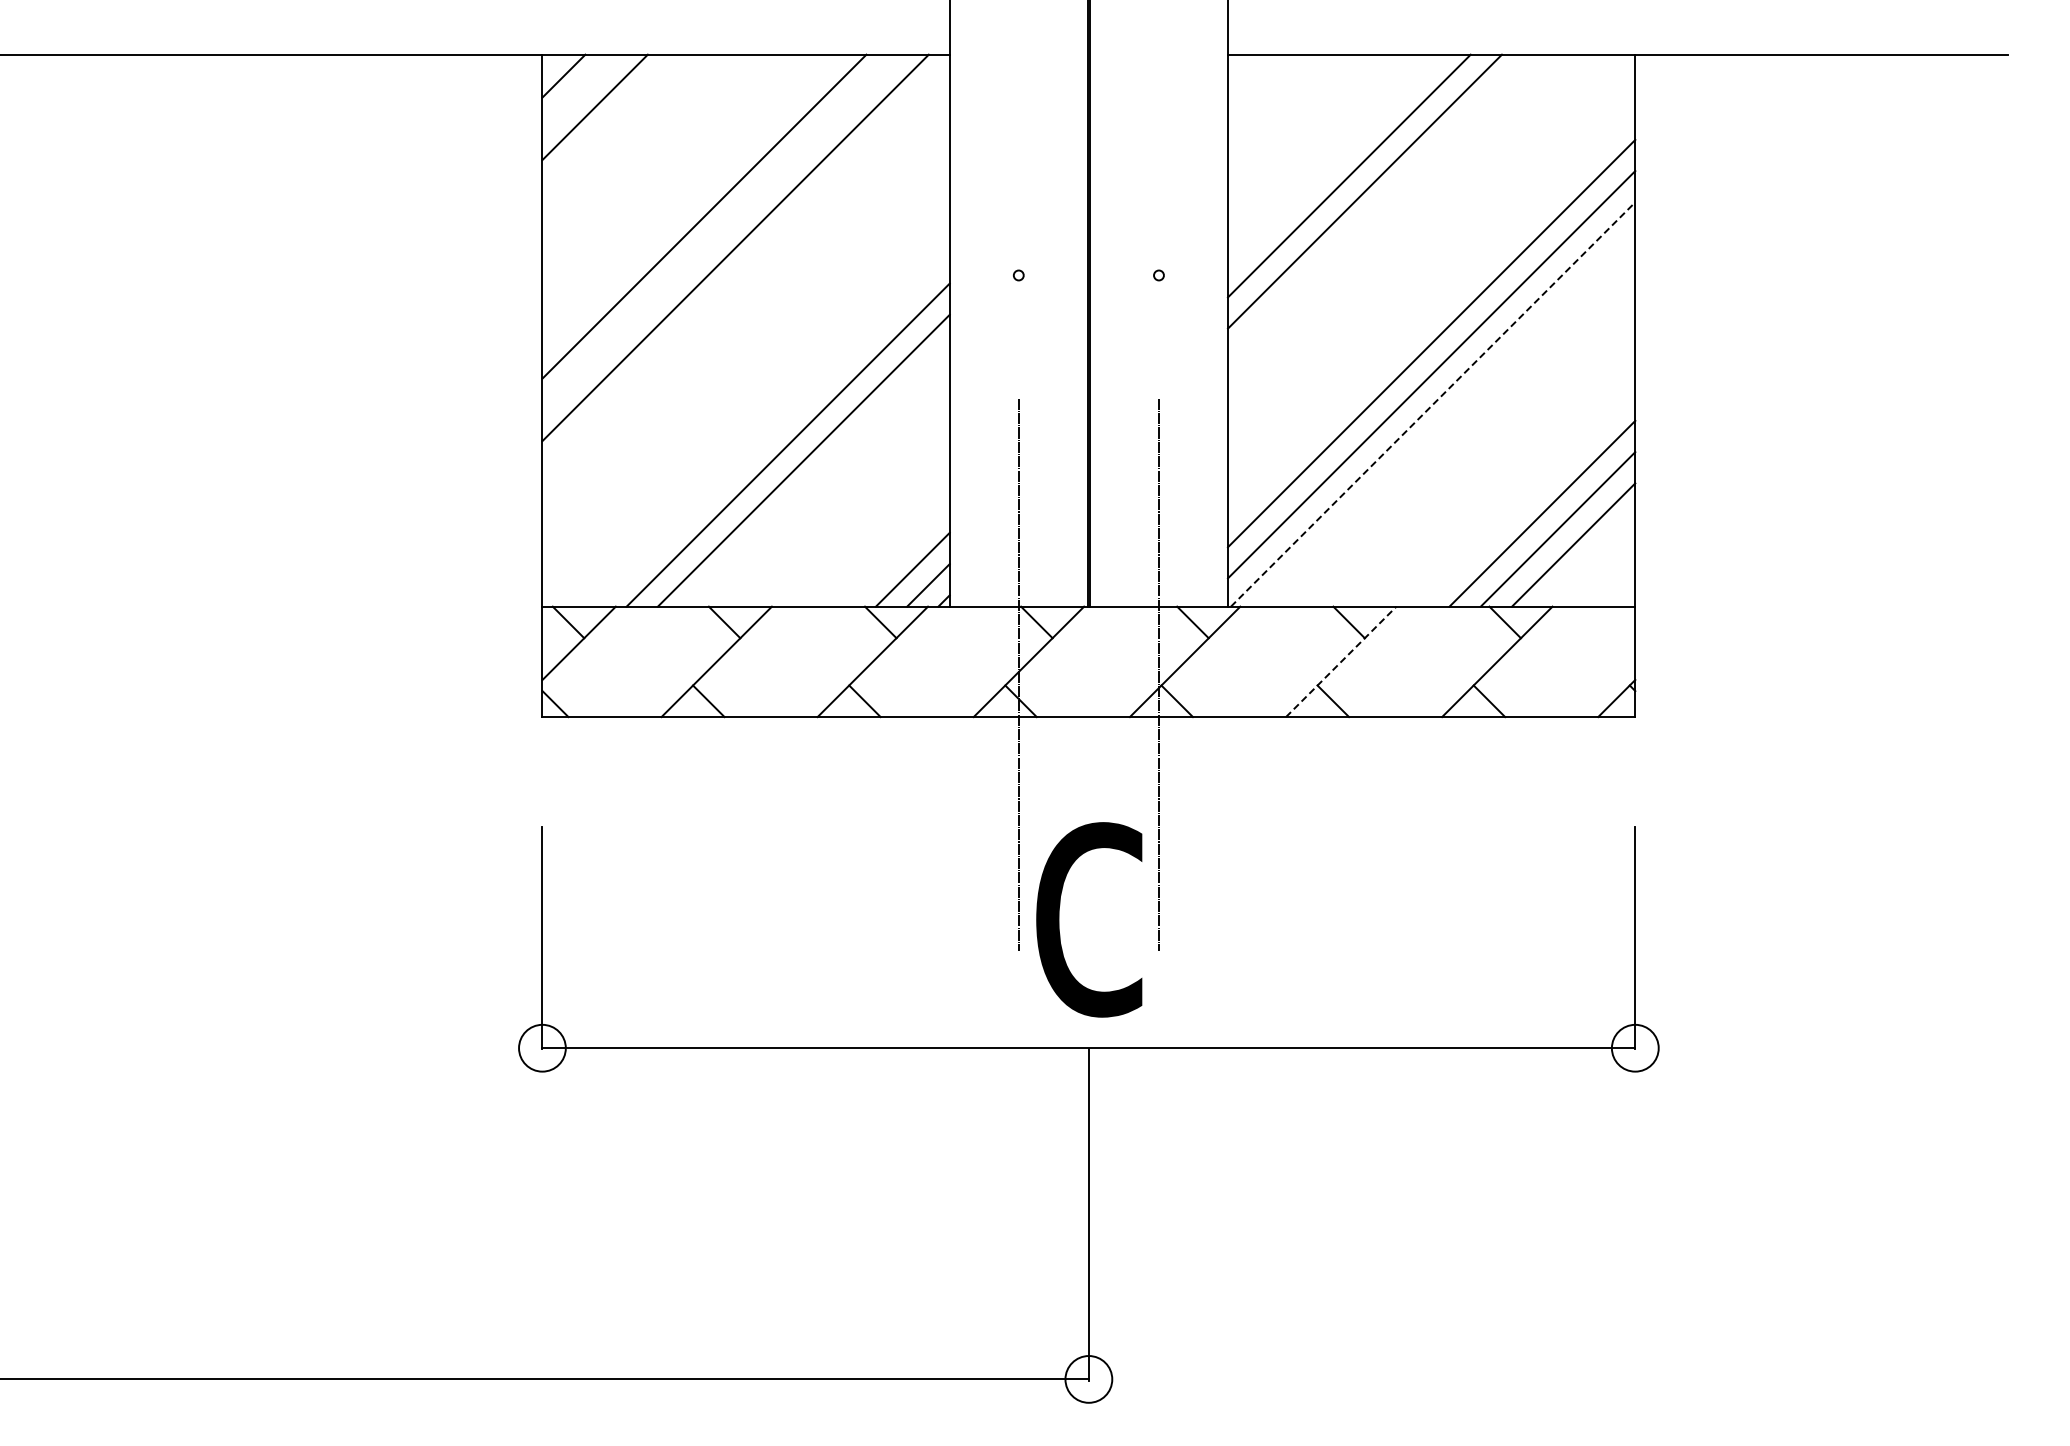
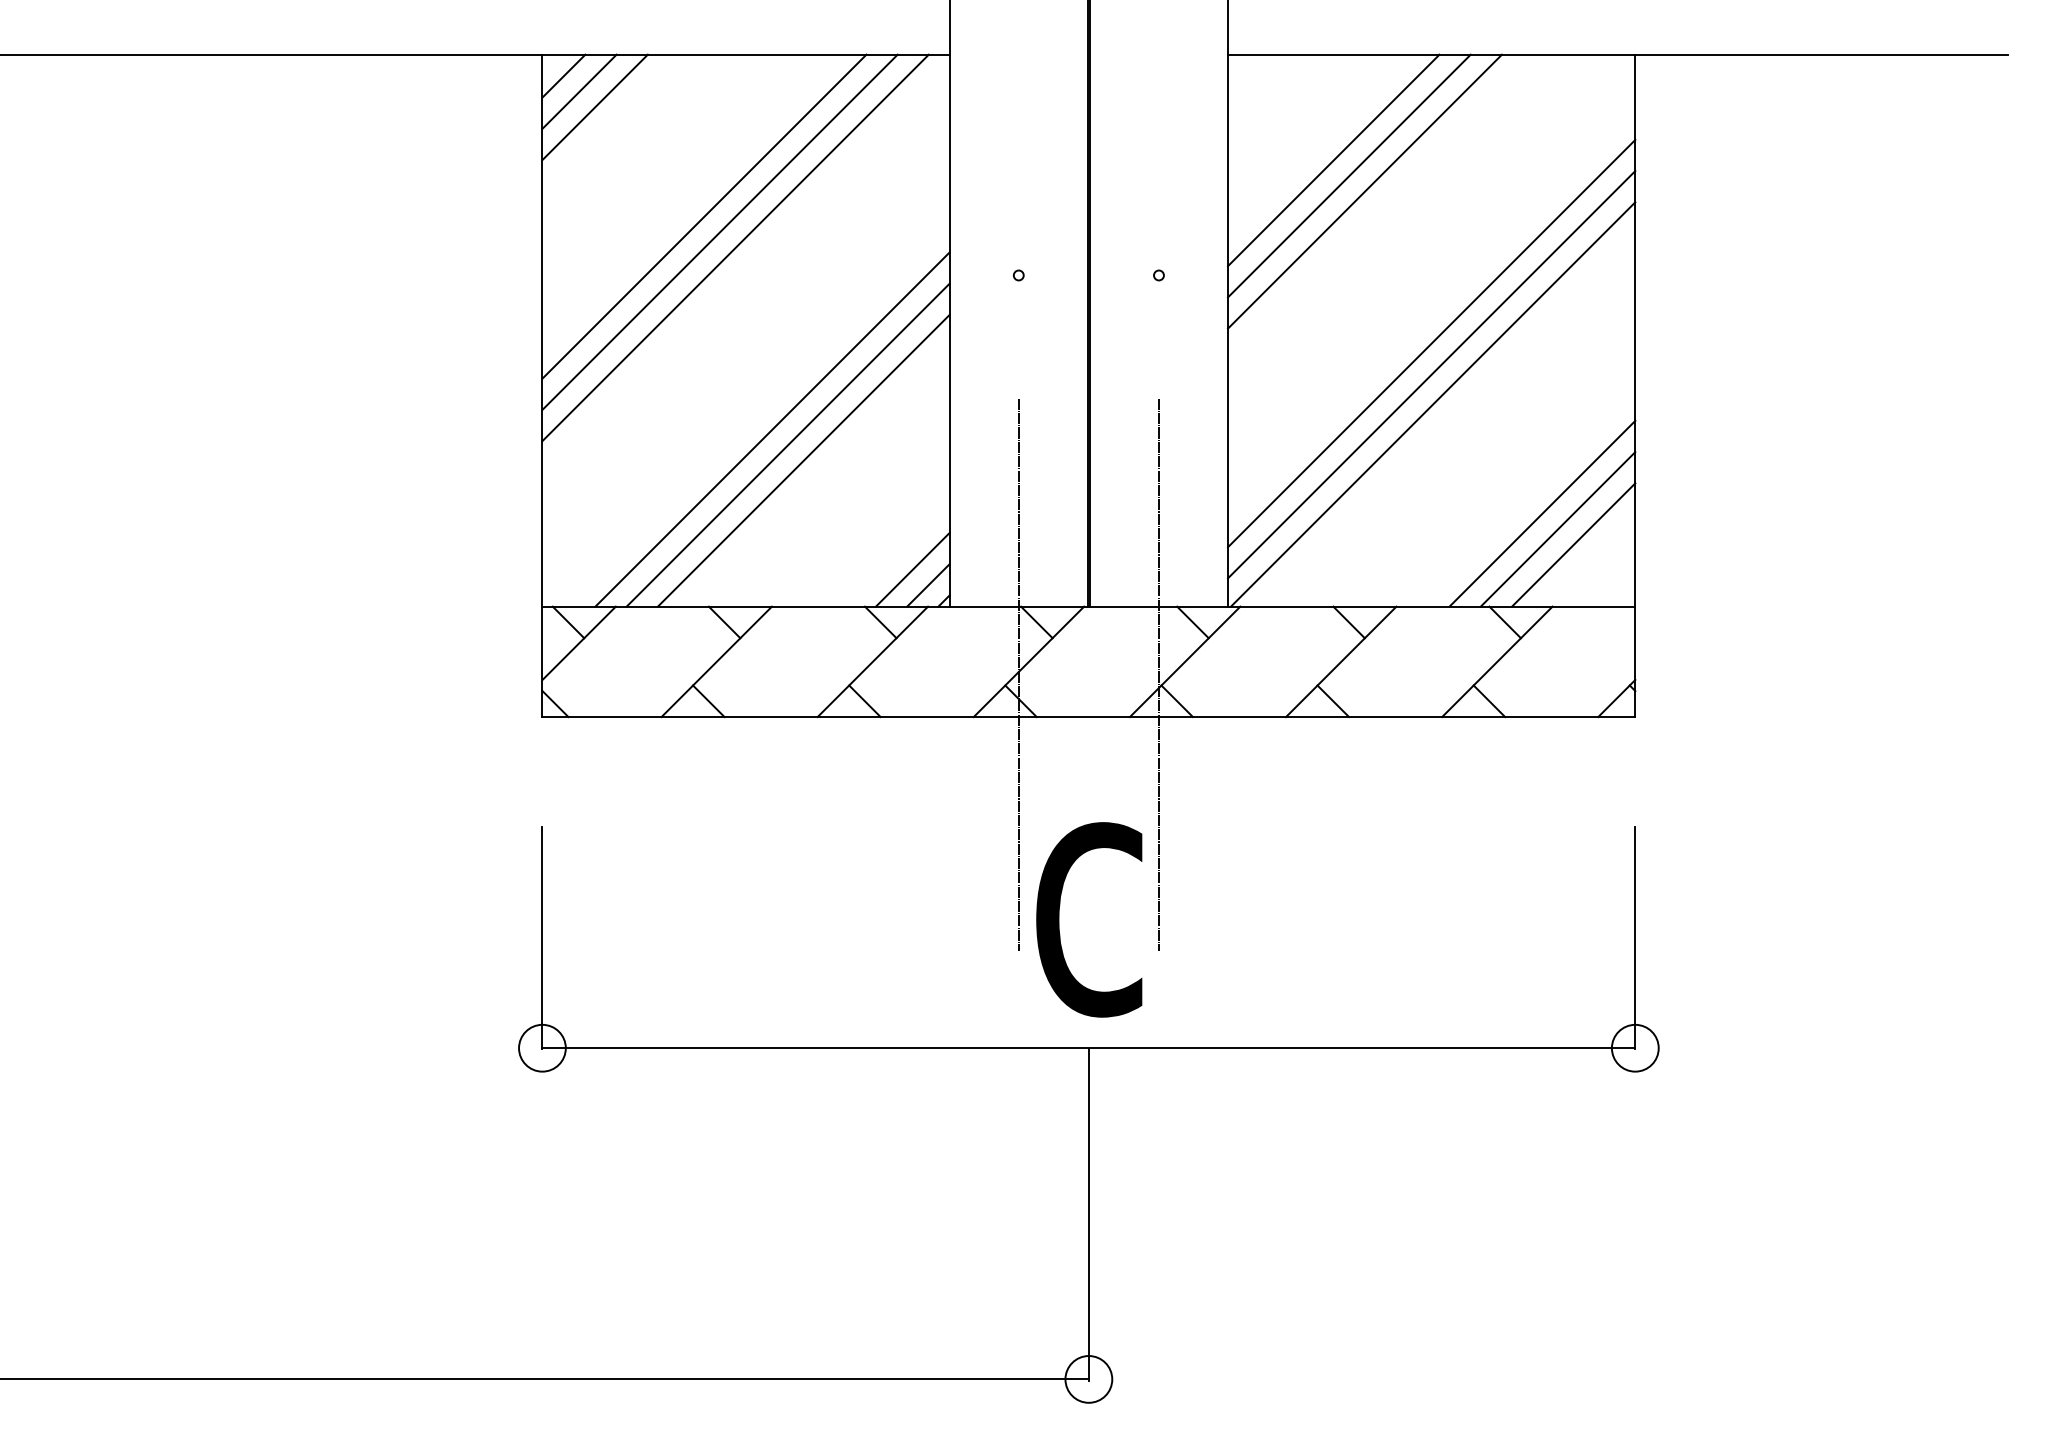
line at (579, 91): none -> present
line at (1333, 160): none -> present
line at (719, 231): none -> present
line at (1433, 404): dashed -> solid
line at (772, 429): none -> present
line at (1341, 661): dashed -> solid
